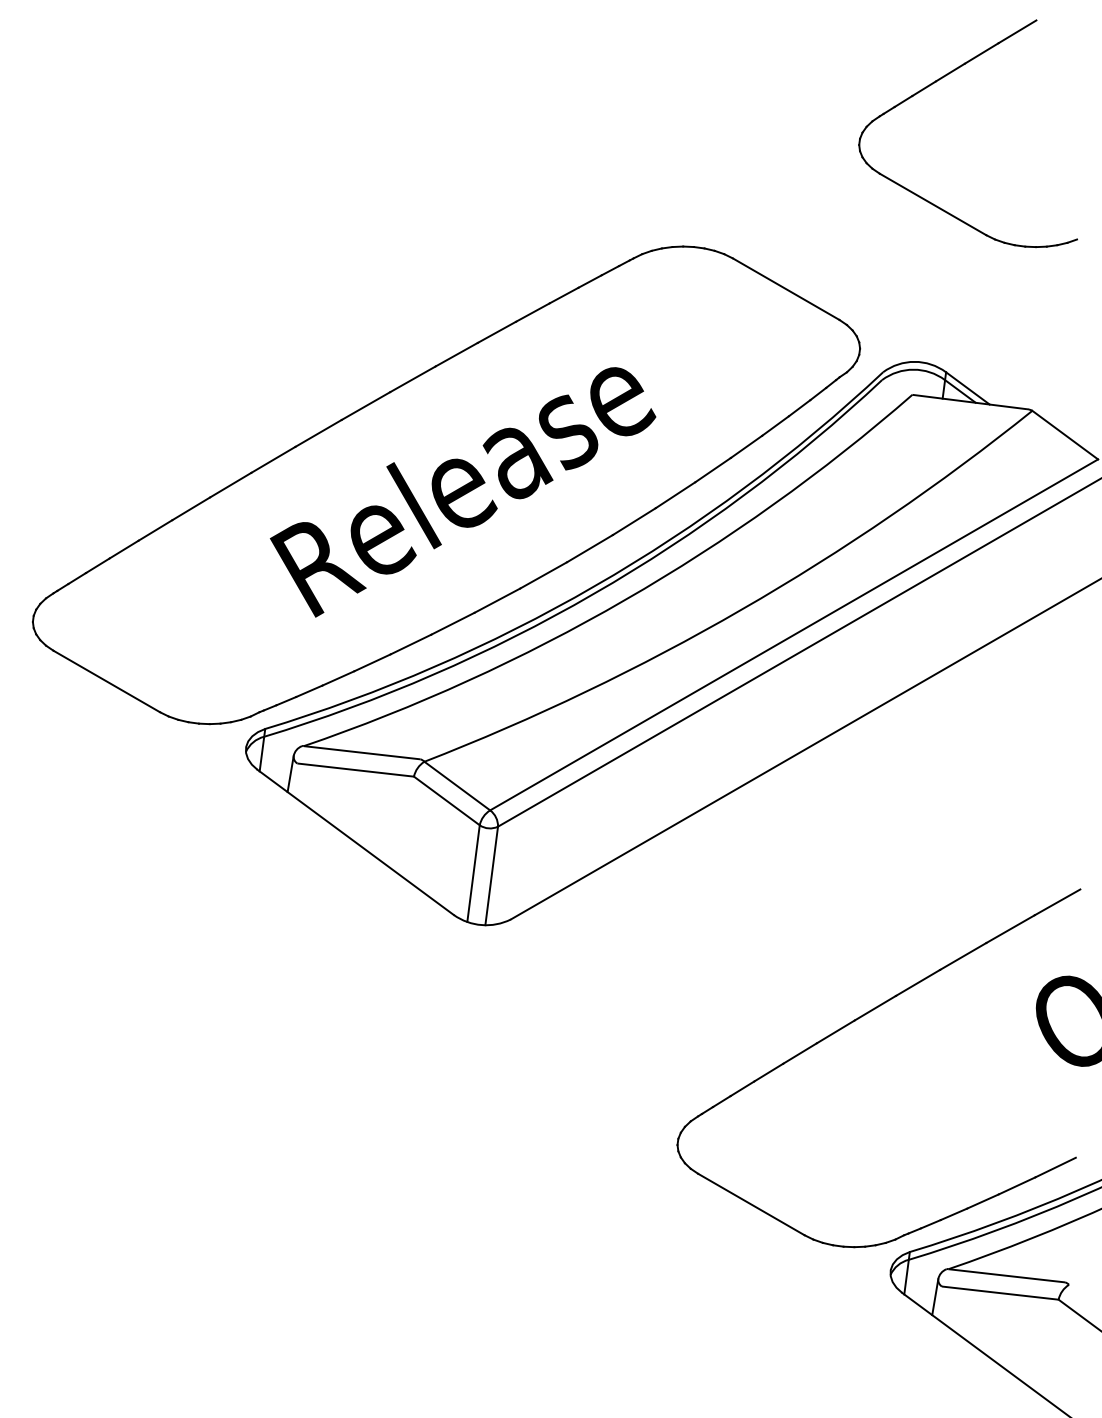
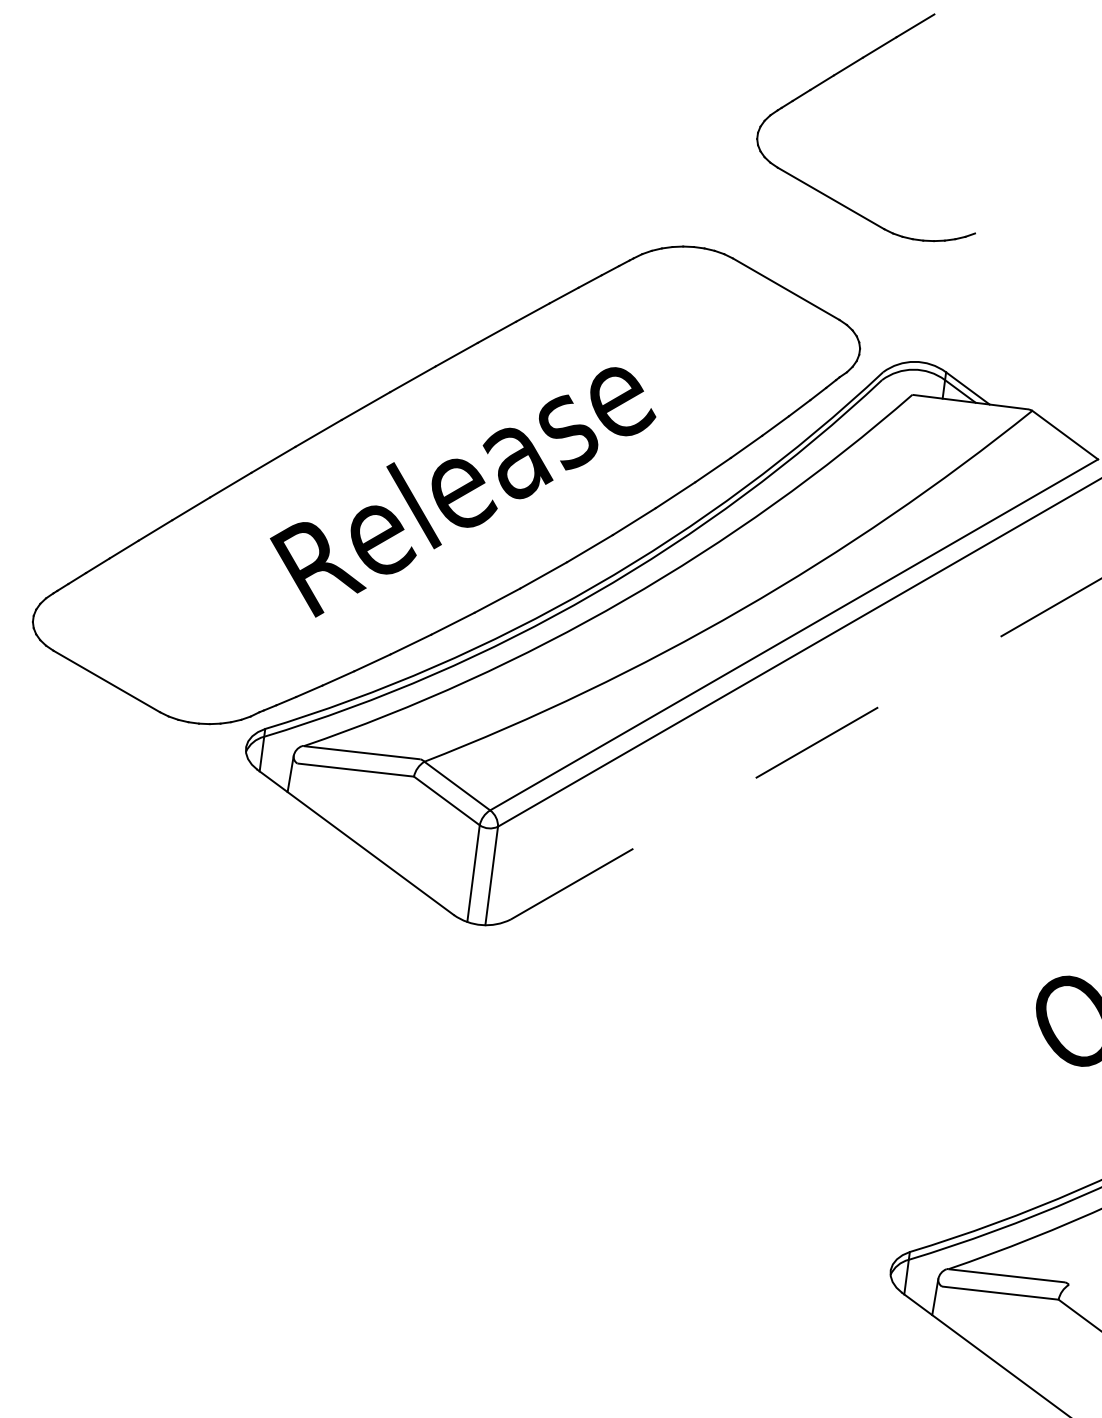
part at (933, 84) position: (933, 84) -> (831, 78)
line at (806, 749): solid -> dashed
part at (850, 1024): present -> none
